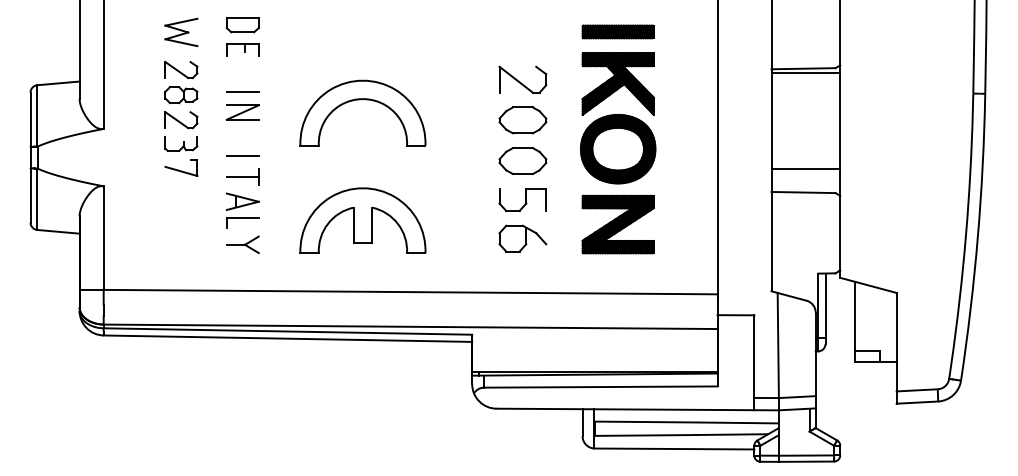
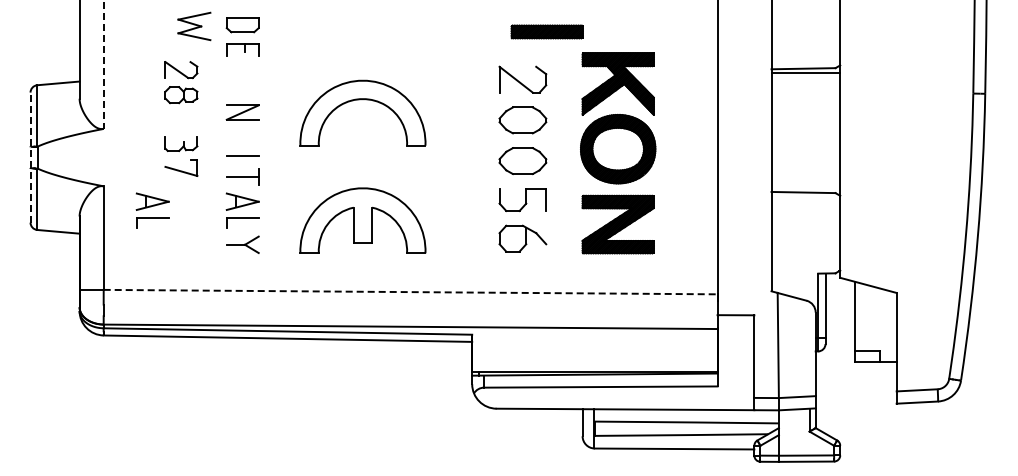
part at (617, 31) position: (617, 31) -> (546, 31)
part at (181, 32) position: (181, 32) -> (194, 26)
line at (103, 65): solid -> dashed
line at (242, 92): present -> none
part at (181, 120): present -> none
line at (30, 157): solid -> dashed
line at (805, 168): present -> none
part at (152, 210): none -> present
line at (410, 292): solid -> dashed
